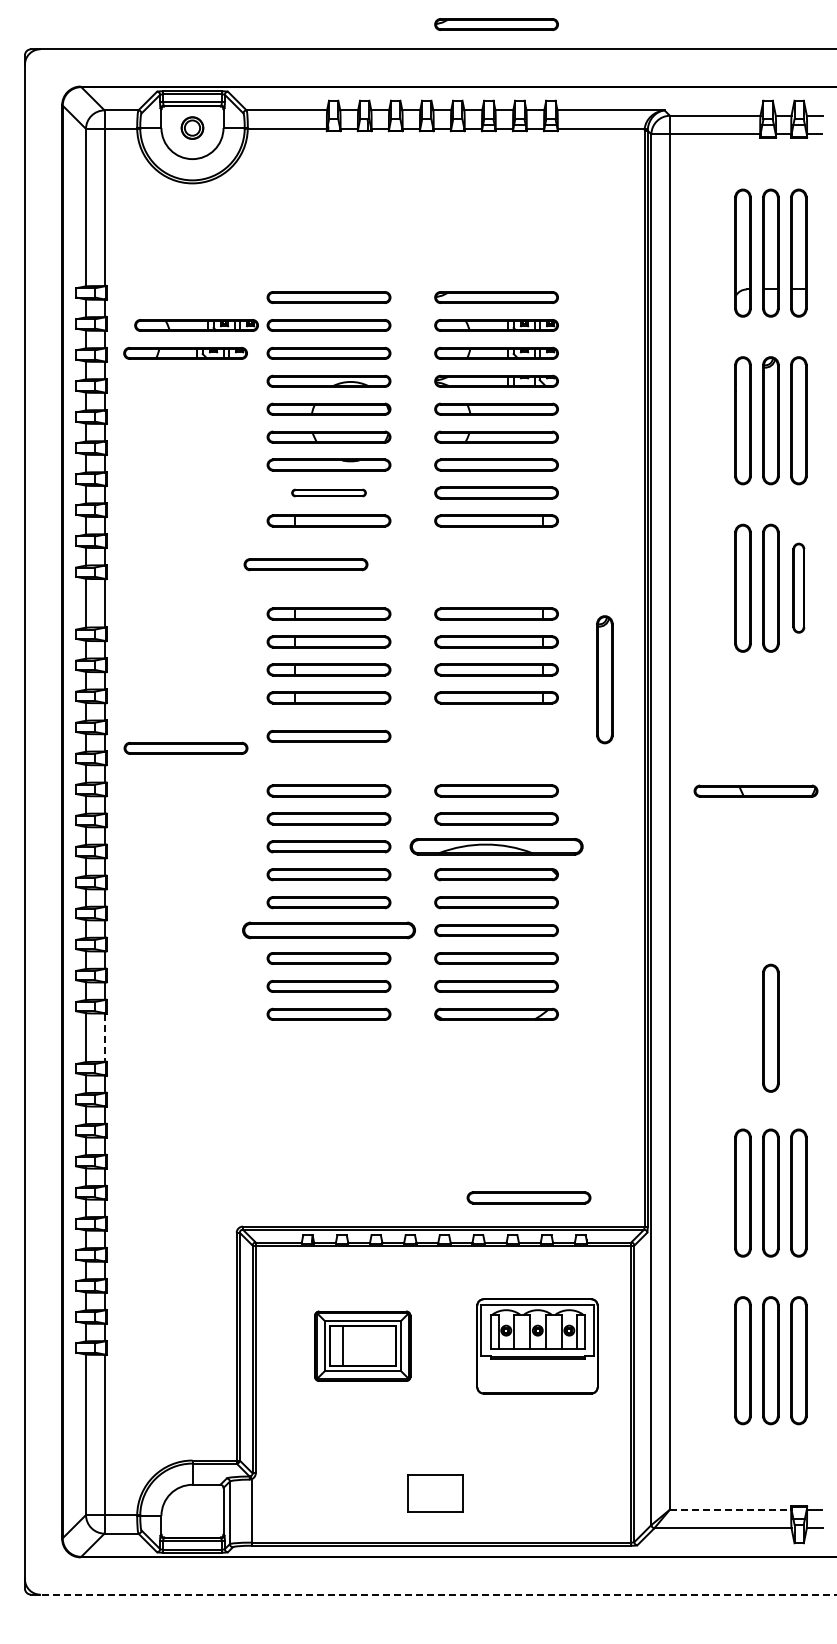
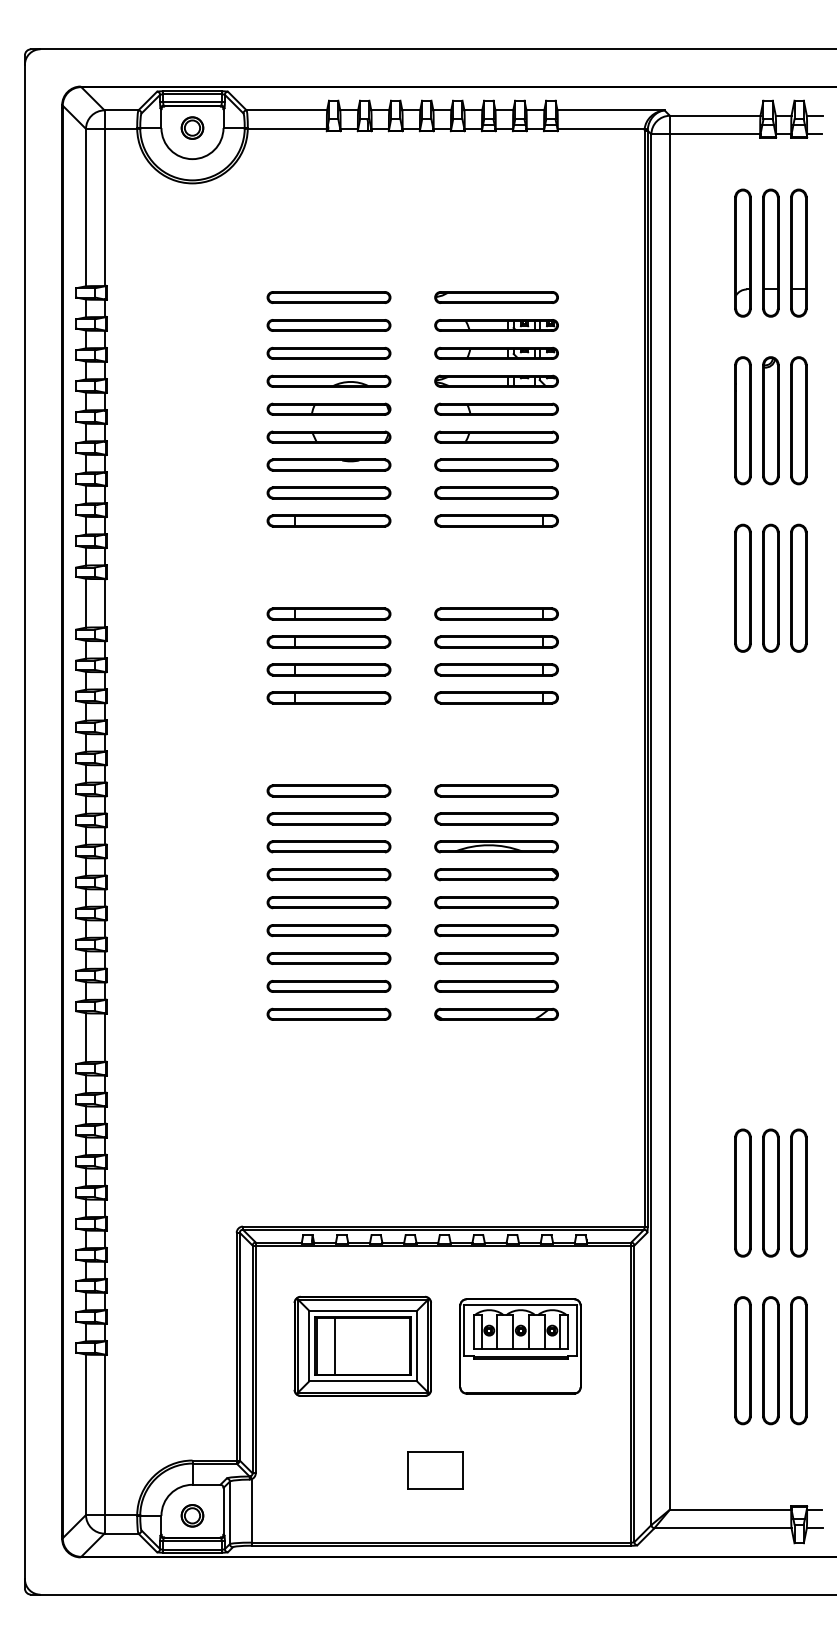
part at (496, 24): present -> none
part at (196, 325): present -> none
part at (185, 353): present -> none
part at (328, 492) size: 76x10 px -> 126x14 px
part at (305, 564): present -> none
part at (798, 587) size: 14x92 px -> 18x130 px
part at (604, 679): present -> none
part at (328, 736): present -> none
part at (185, 747): present -> none
part at (755, 790): present -> none
part at (496, 846) size: 175x18 px -> 125x14 px
part at (328, 930) size: 174x19 px -> 126x14 px
part at (770, 1027): present -> none
line at (104, 1038): dashed -> solid
part at (528, 1197): present -> none
part at (362, 1345) size: 98x72 px -> 139x102 px
part at (537, 1346) position: (537, 1346) -> (520, 1346)
part at (435, 1493) position: (435, 1493) -> (435, 1470)
line at (730, 1509): dashed -> solid
part at (192, 1515): none -> present
line at (438, 1594): dashed -> solid
